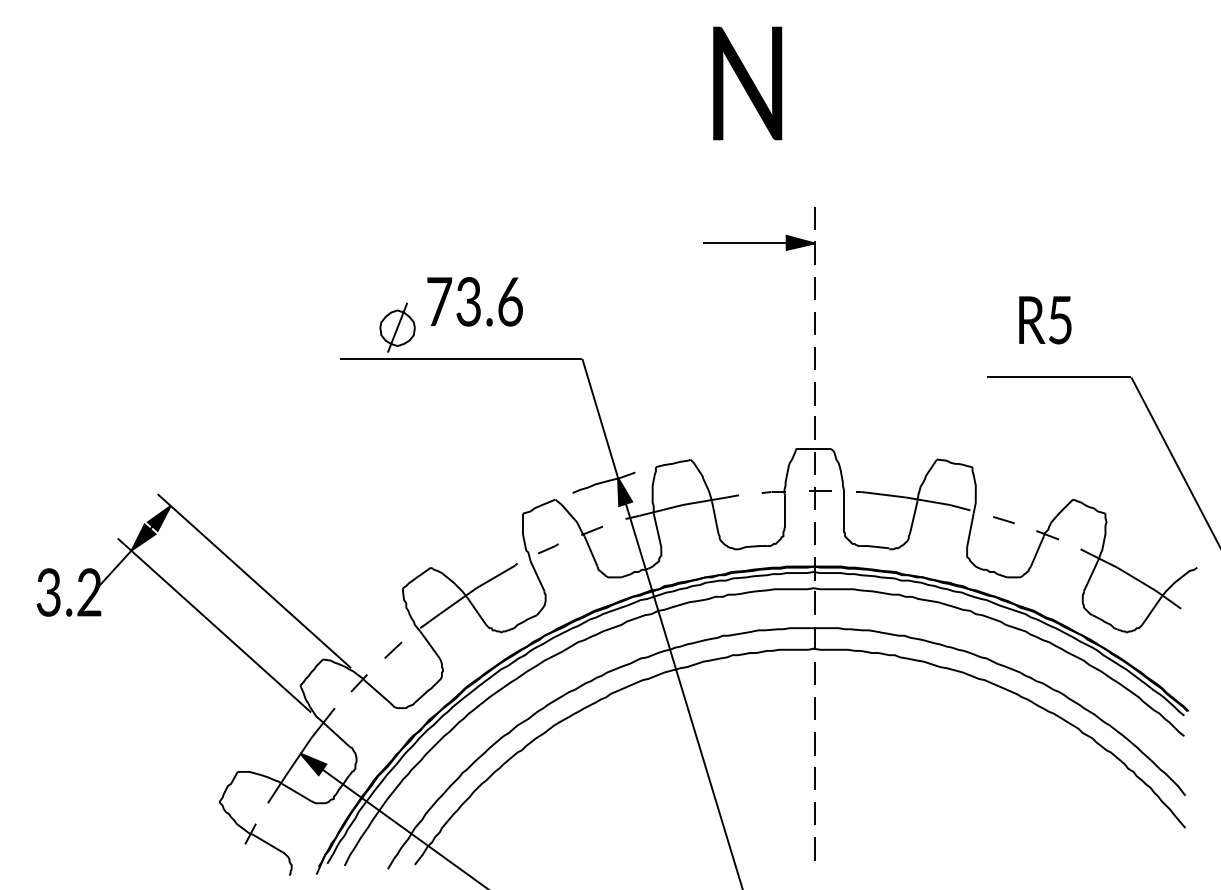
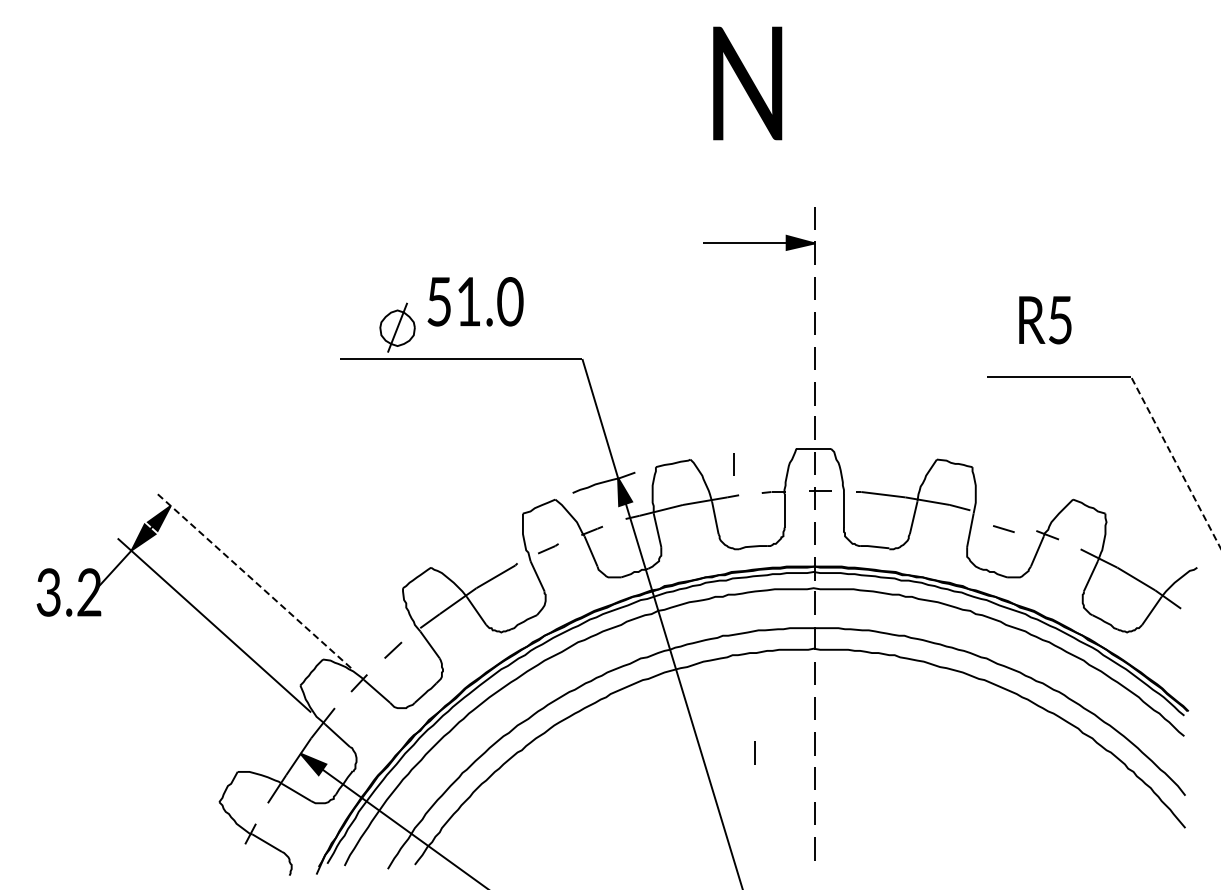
text at (475, 301): 73.6 -> 51.0
line at (1175, 462): solid -> dashed
line at (733, 464): none -> present
line at (1003, 519) position: (1003, 519) -> (1003, 528)
line at (254, 580): solid -> dashed
line at (754, 752): none -> present
